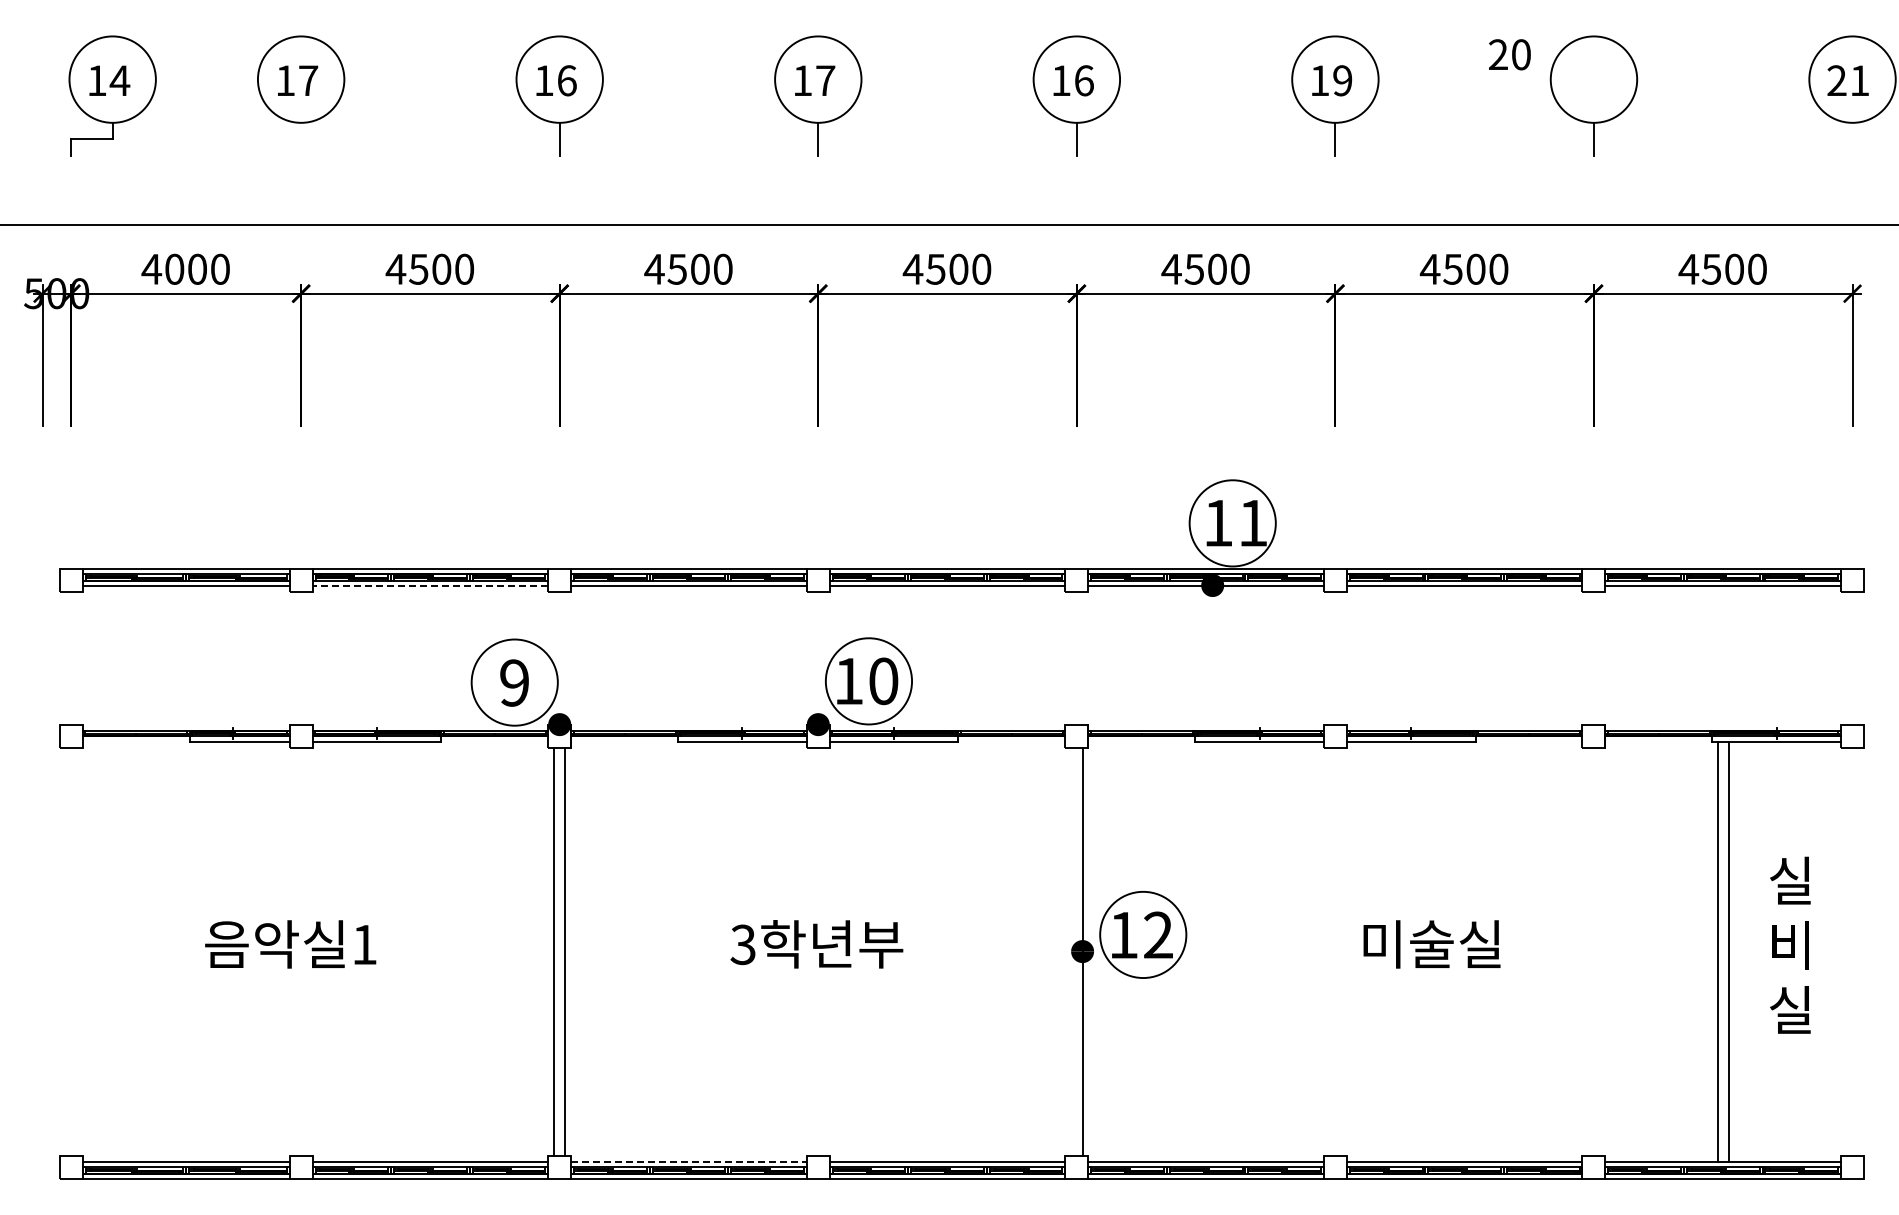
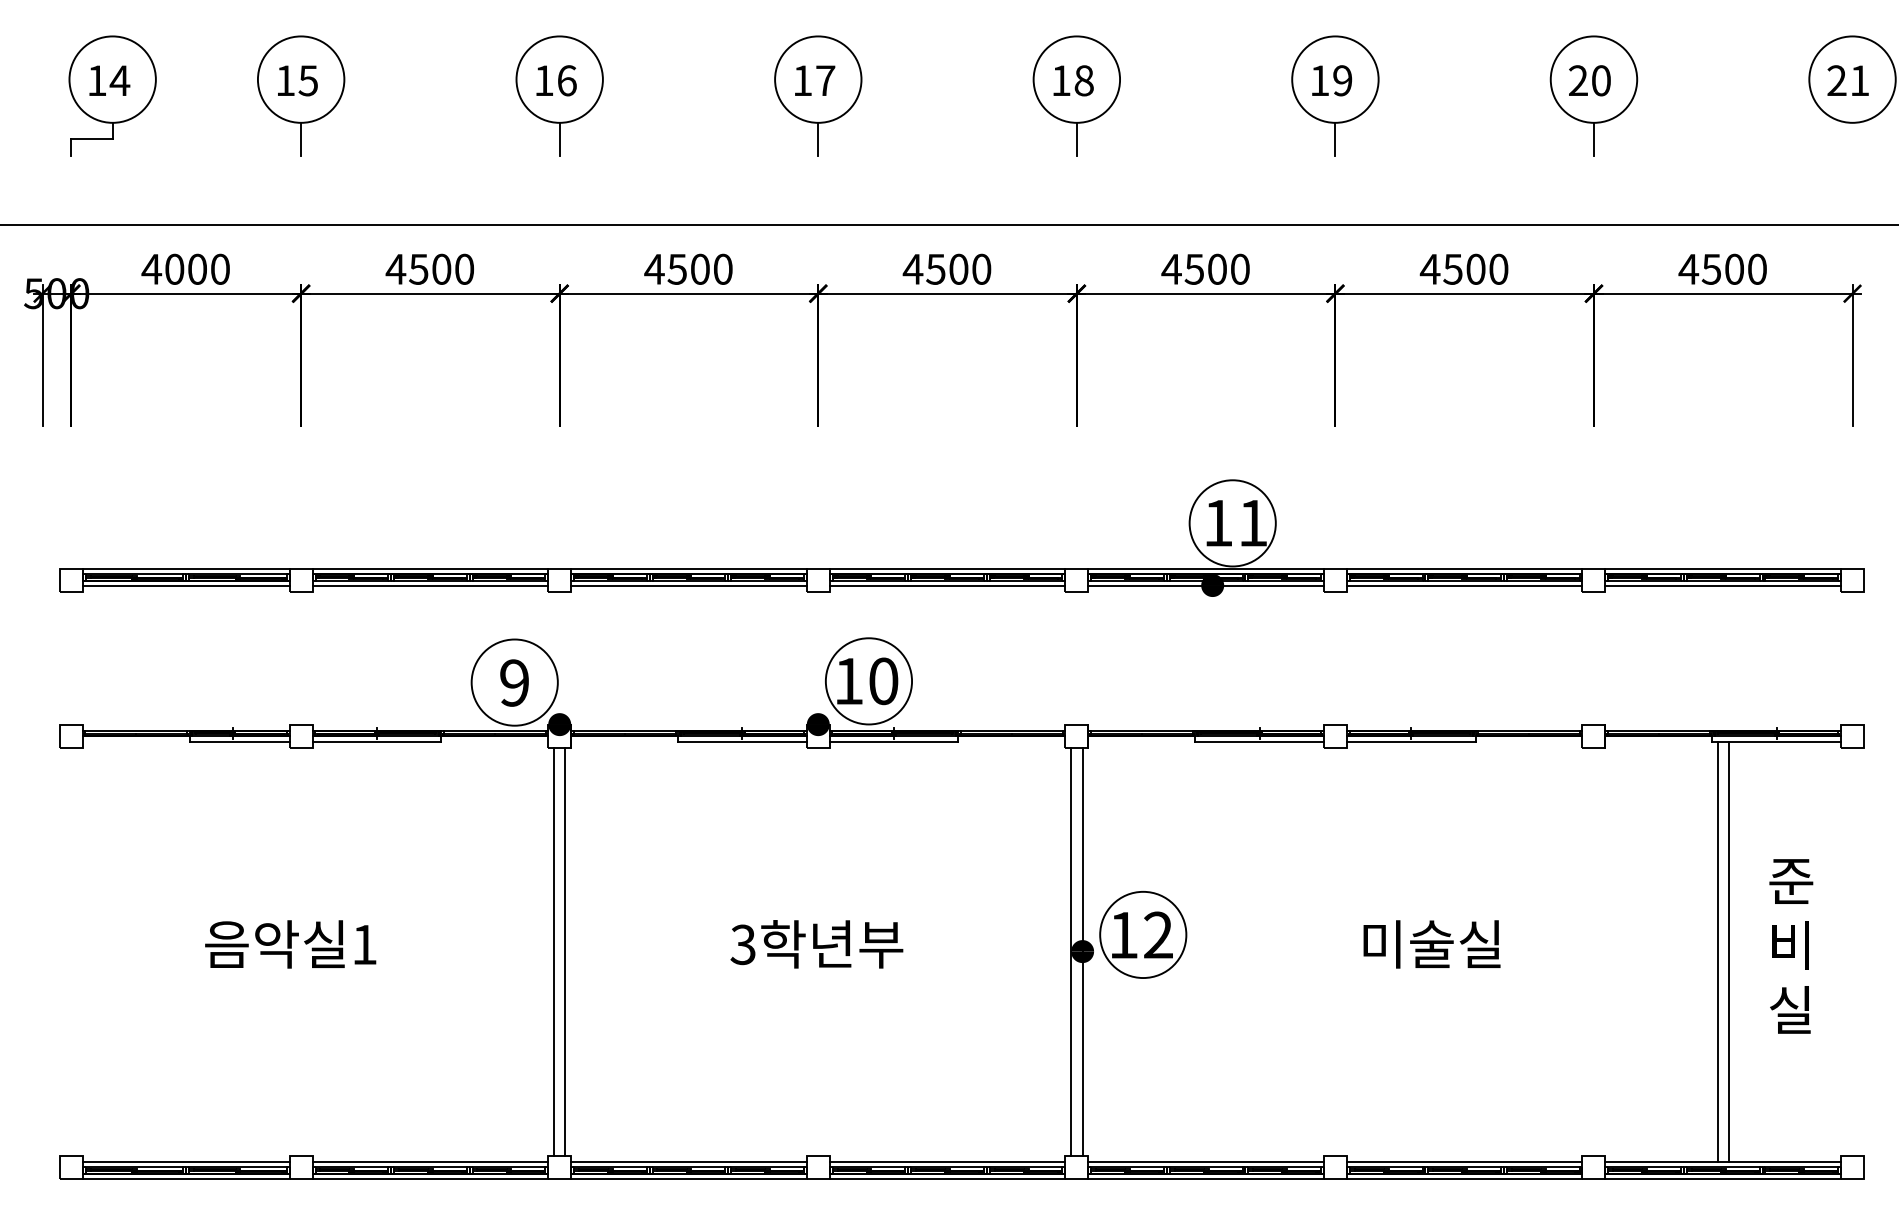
text at (1509, 54) position: (1509, 54) -> (1589, 80)
text at (308, 80): 17 -> 15
text at (1083, 80): 16 -> 18
line at (301, 138): none -> present
line at (430, 585): dashed -> solid
text at (1791, 880): 실 -> 준
line at (1071, 951): none -> present
line at (689, 1162): dashed -> solid
